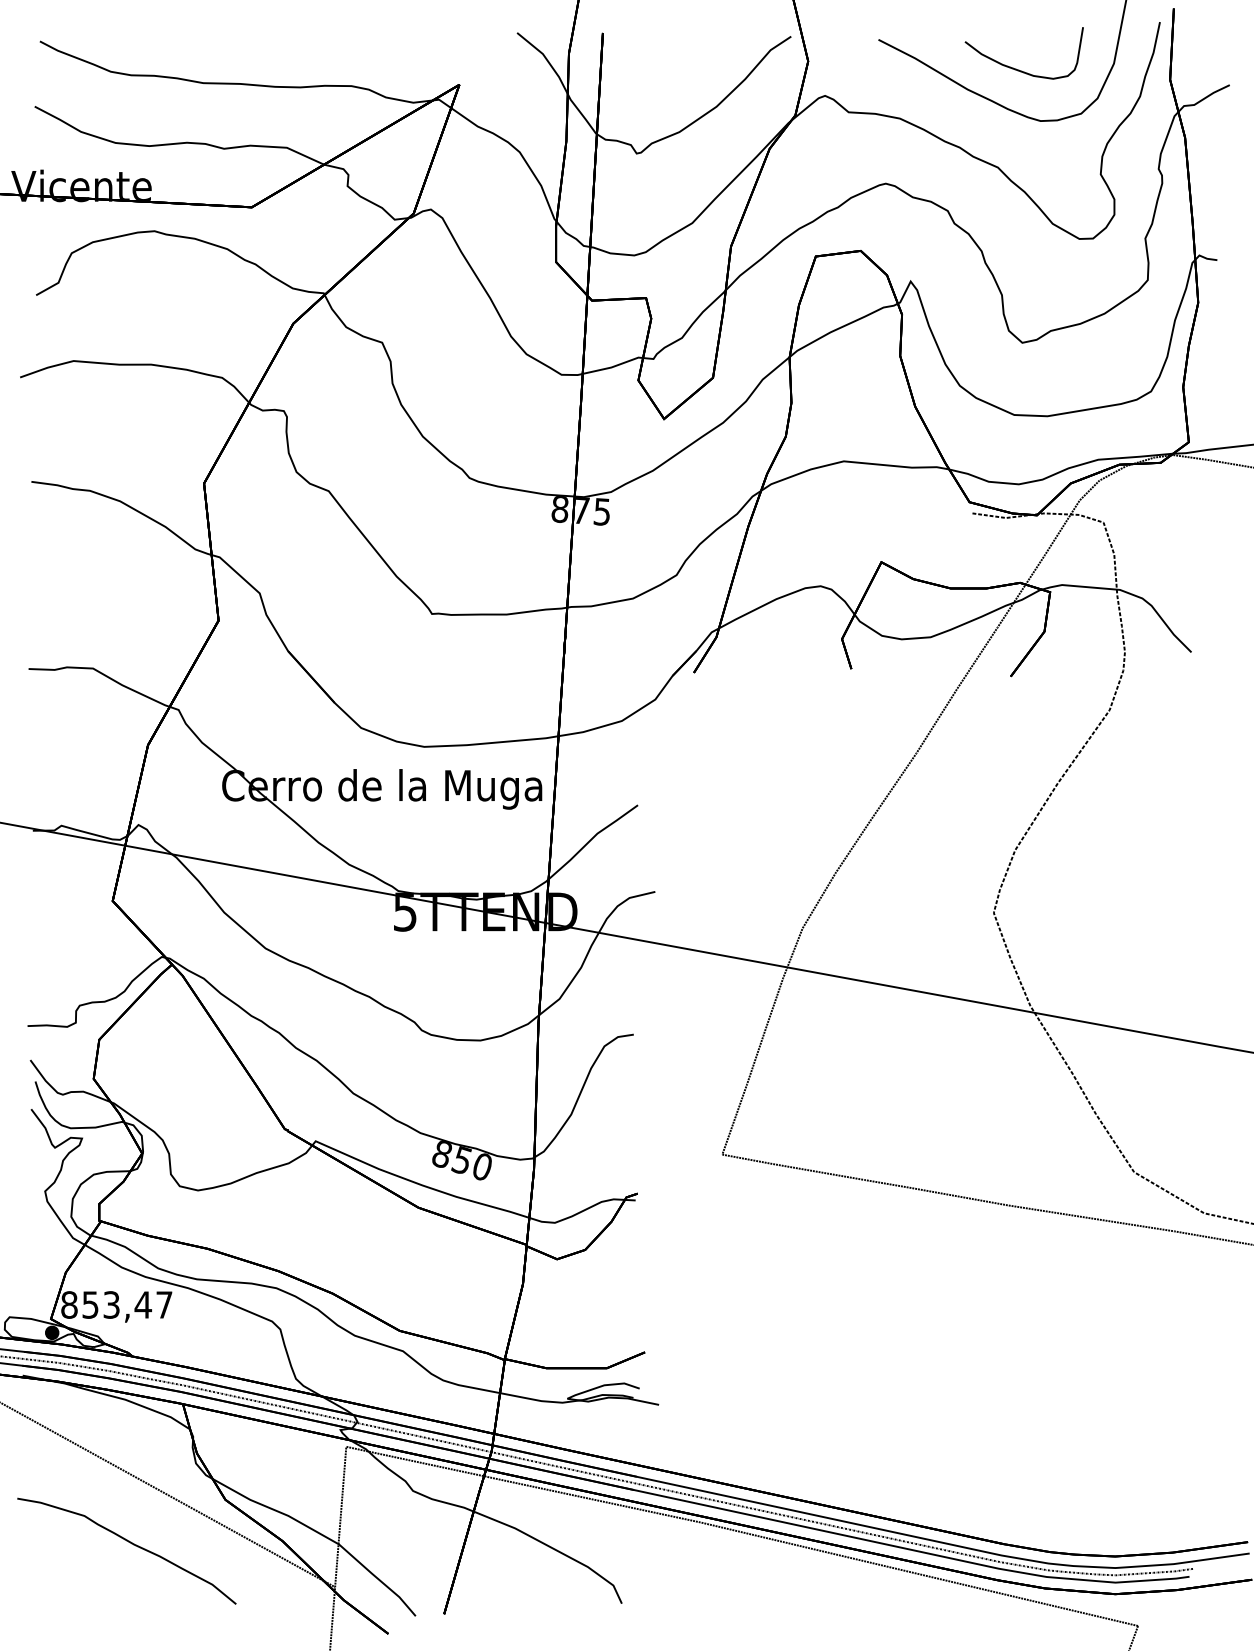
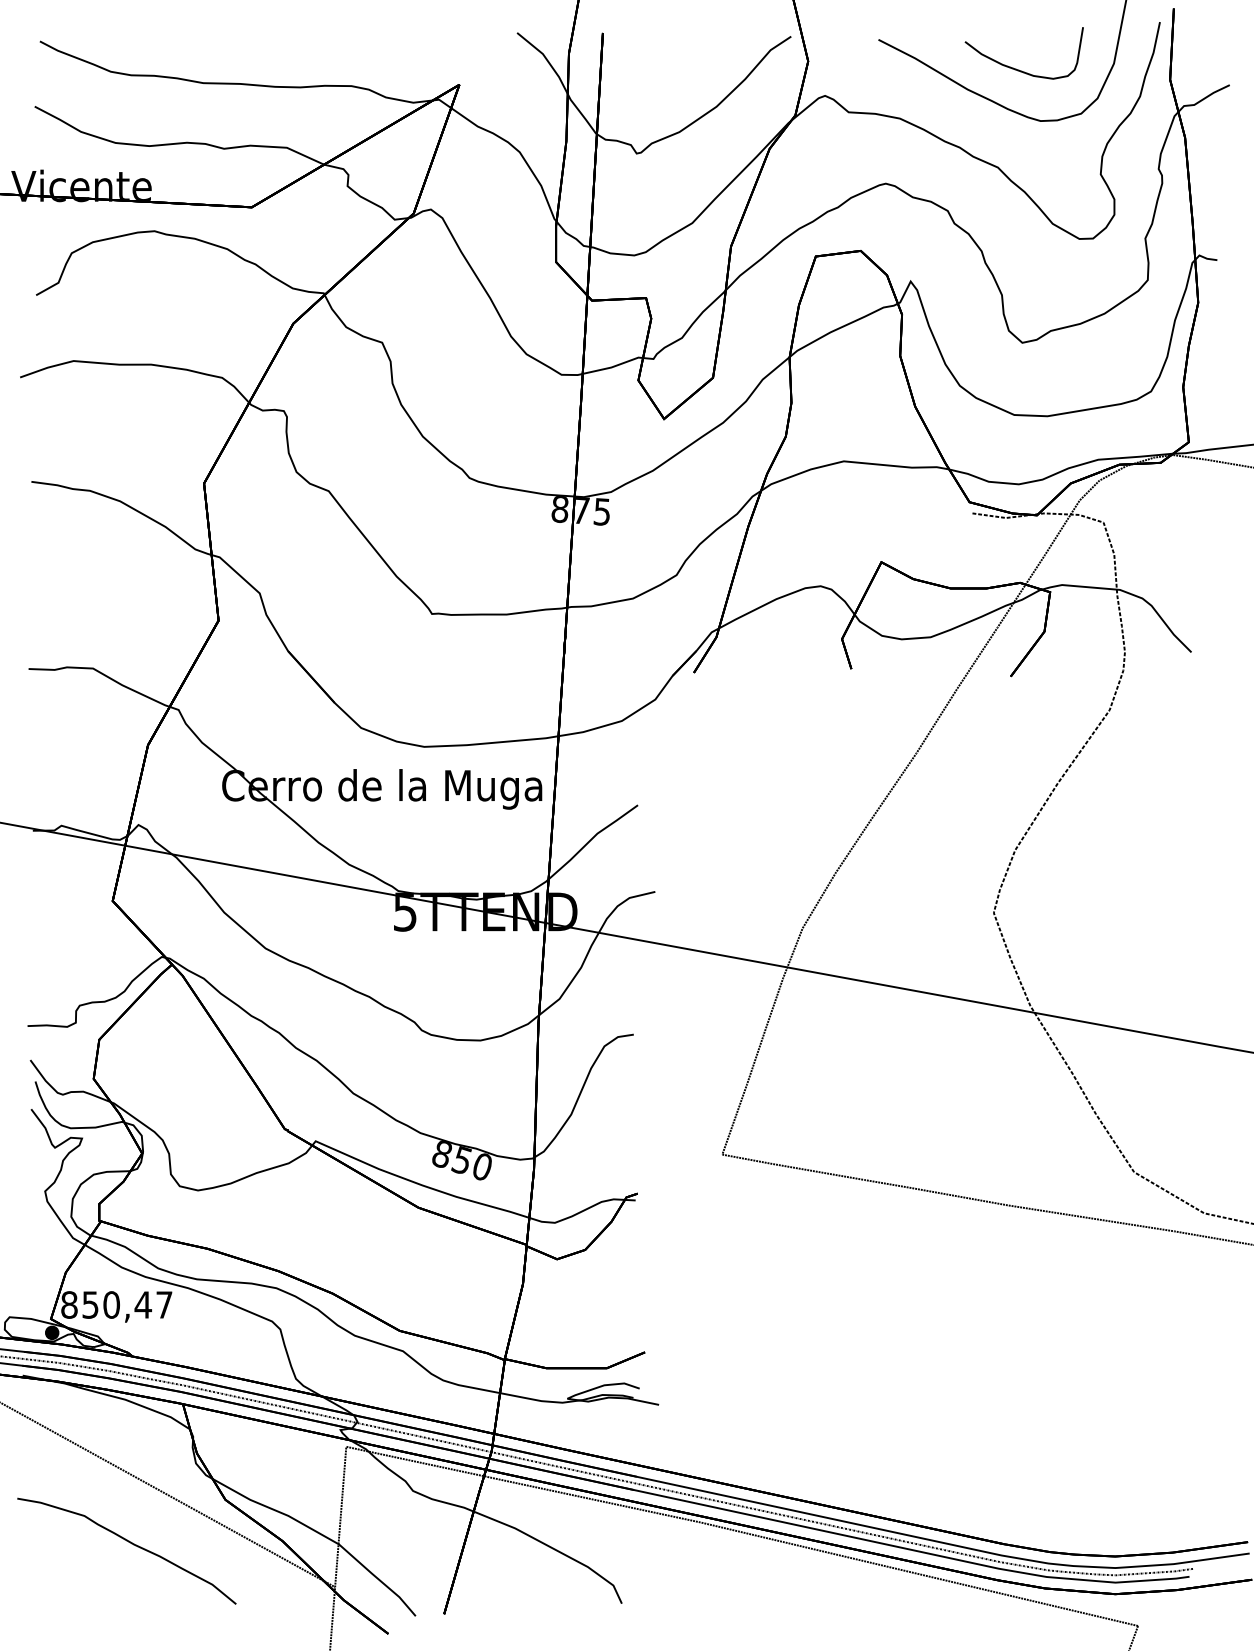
text at (111, 1304): 853,47 -> 850,47
